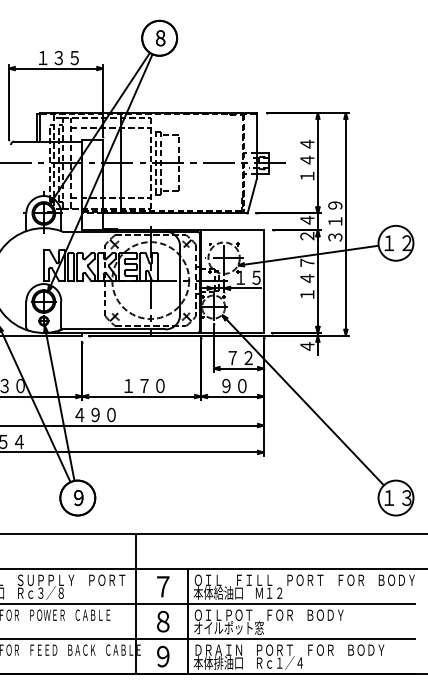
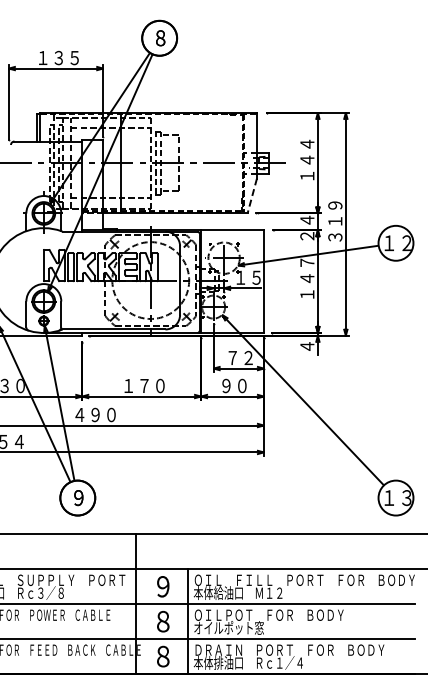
line at (252, 196): solid -> dashed
text at (163, 586): ７ -> ９
text at (163, 656): ９ -> ８
